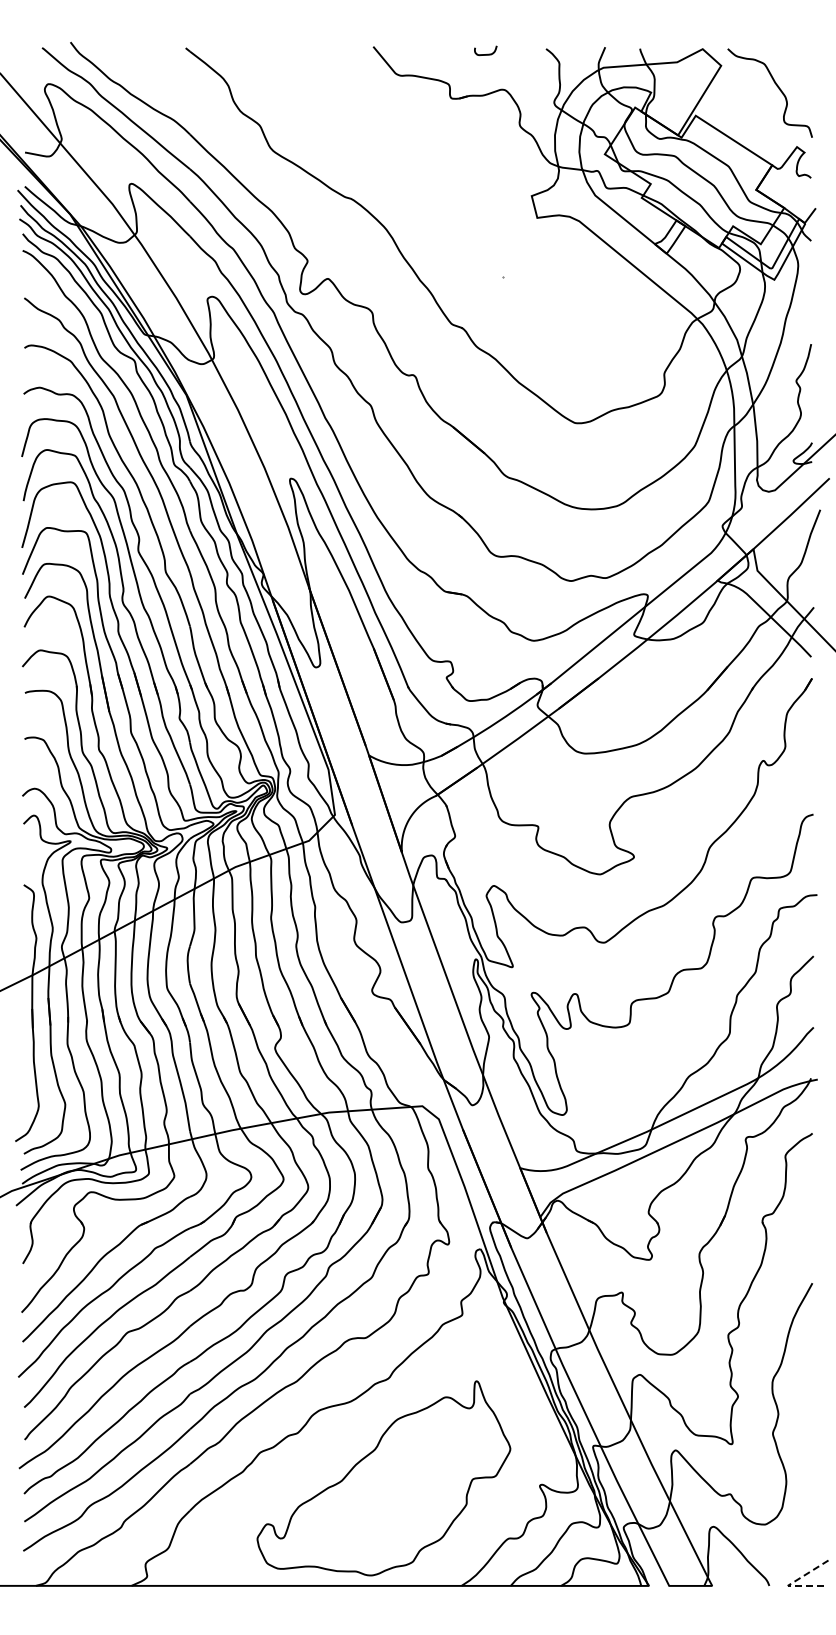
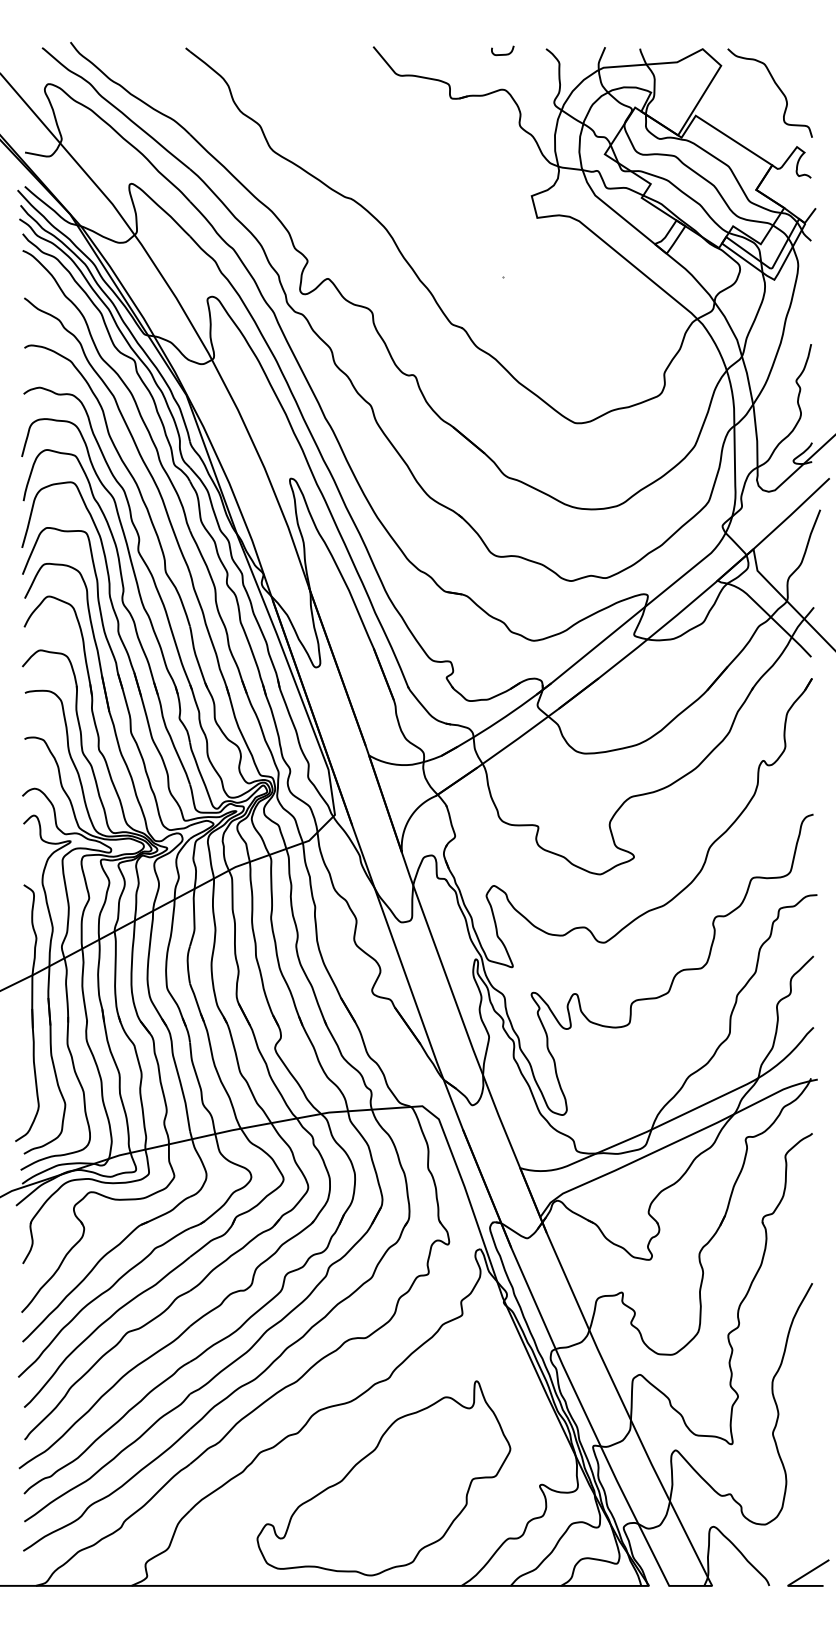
curve at (487, 53) position: (487, 53) -> (504, 53)
line at (793, 1582): dashed -> solid
